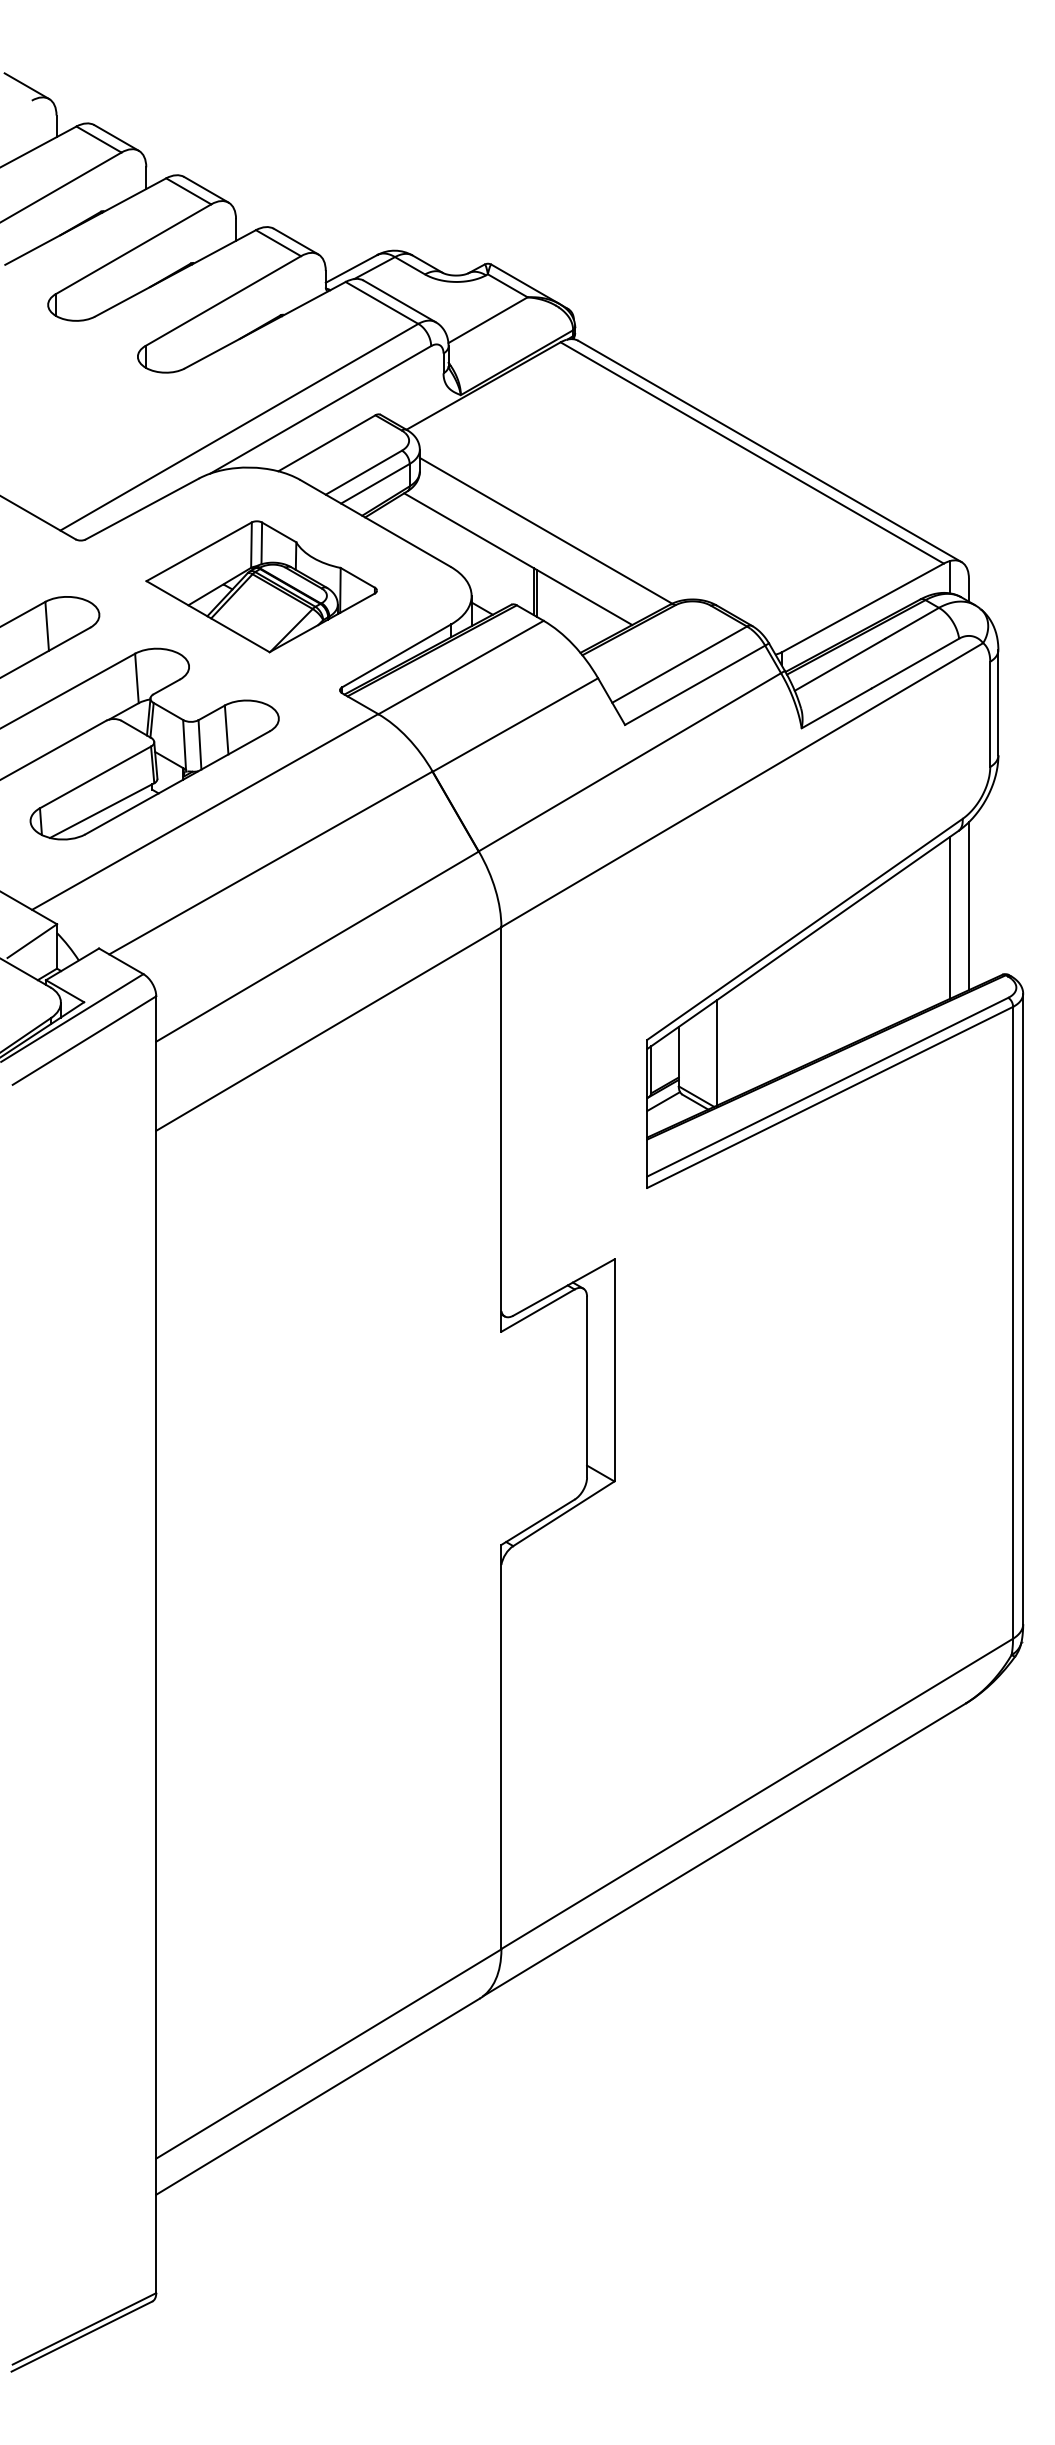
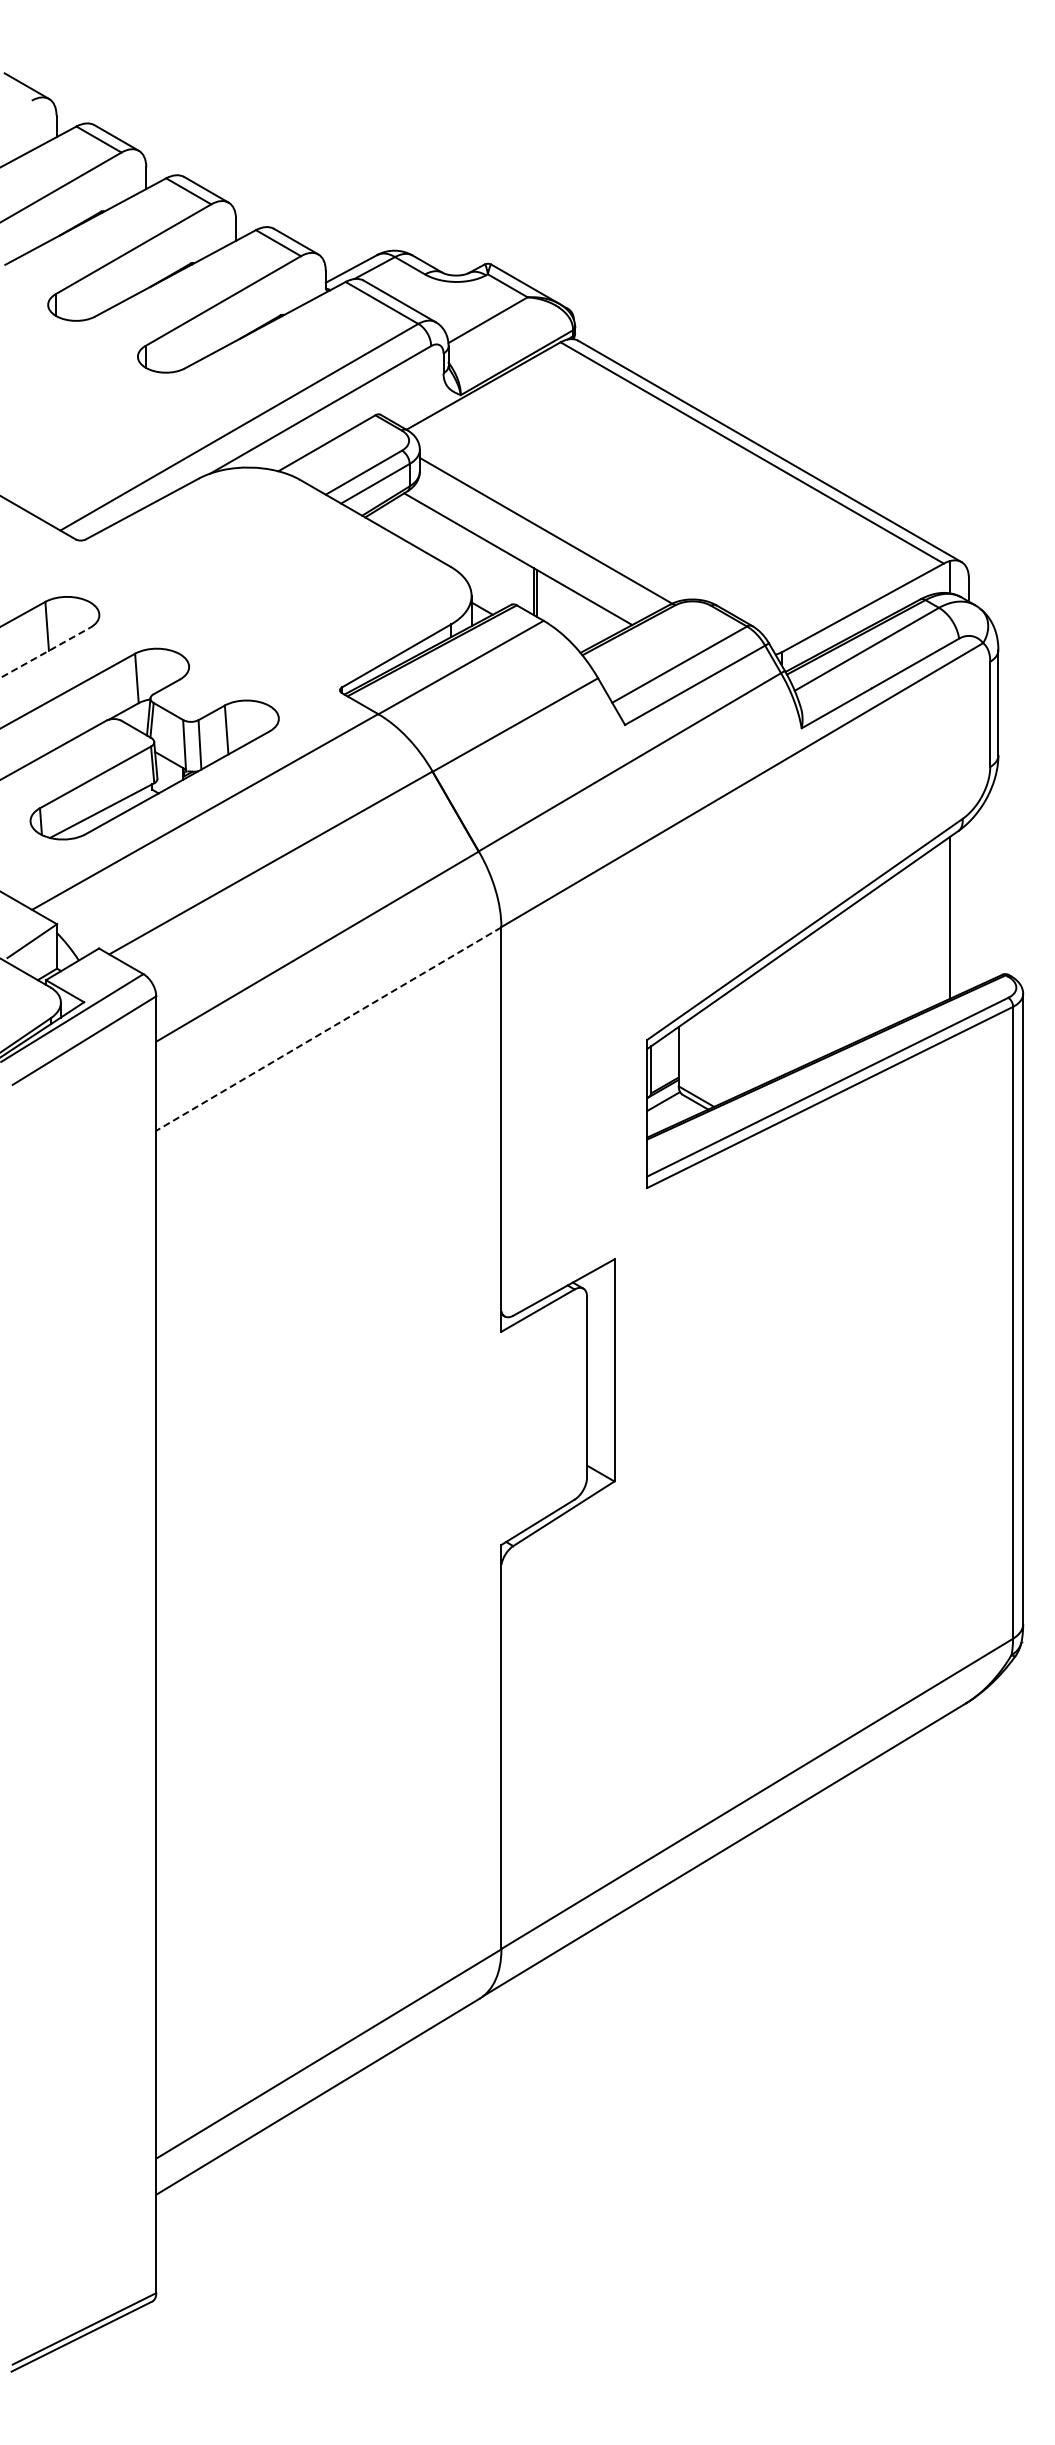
part at (261, 586): present -> none
line at (45, 652): solid -> dashed
line at (968, 906): present -> none
line at (328, 1029): solid -> dashed
line at (717, 1052): present -> none
